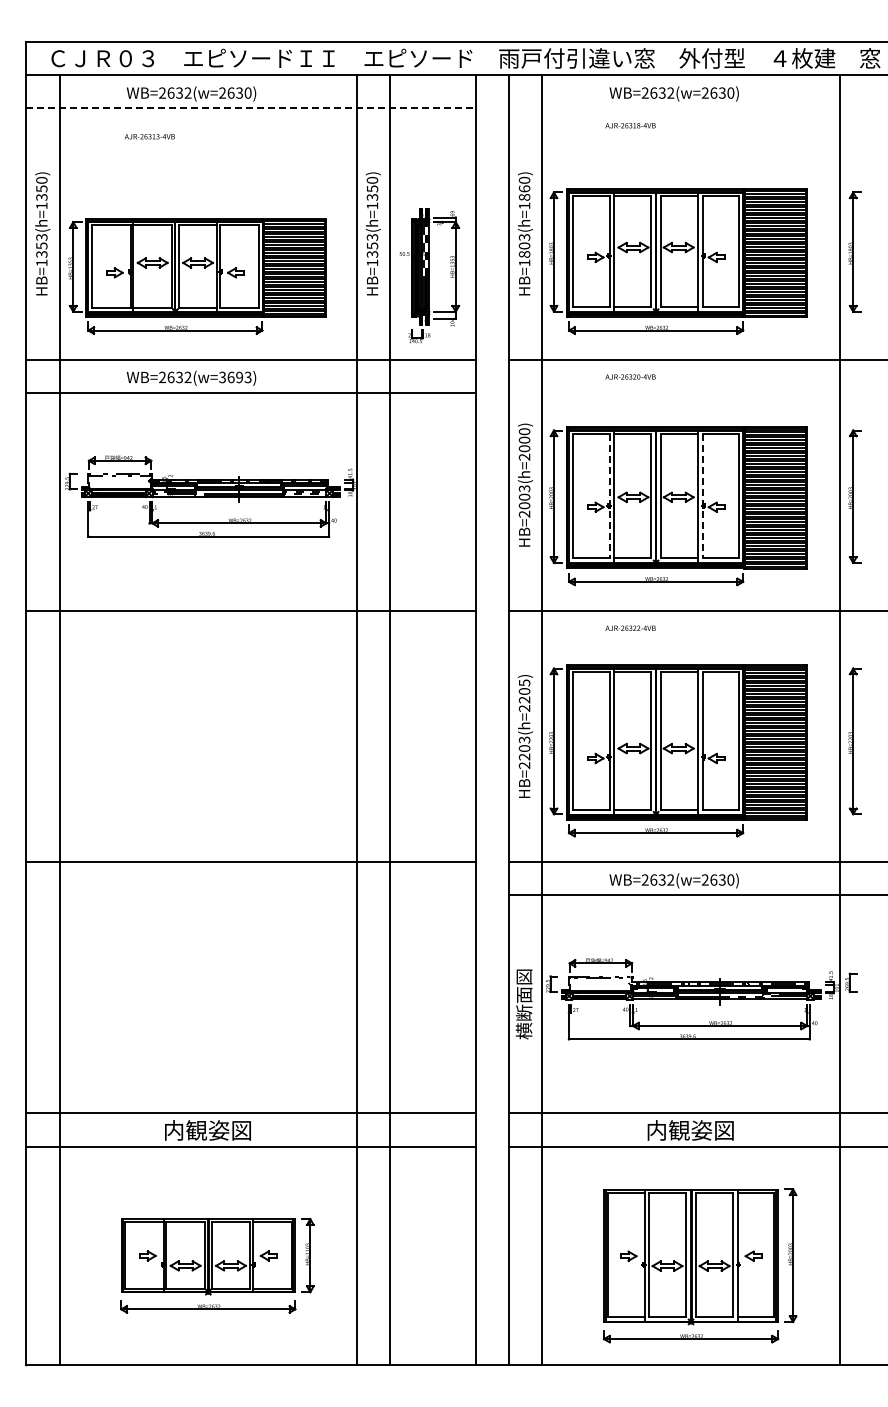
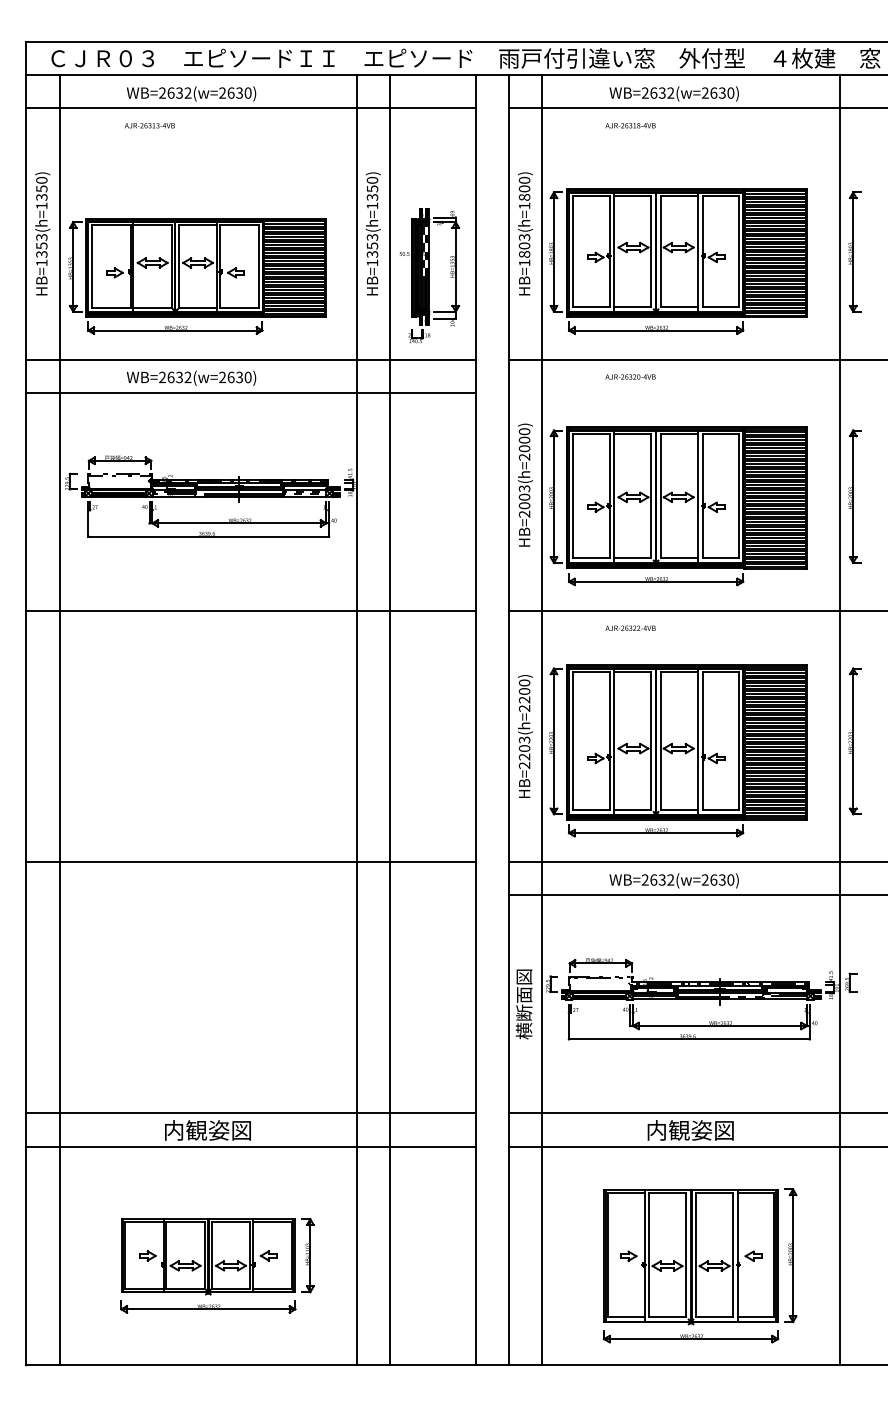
line at (251, 108): dashed -> solid
line at (696, 108): none -> present
text at (149, 136) position: (149, 136) -> (149, 125)
text at (524, 188): HB=1803(h=1860) -> HB=1803(h=1800)
text at (235, 377): WB=2632(w=3693) -> WB=2632(w=2630)
line at (609, 496): dashed -> solid
line at (702, 496): dashed -> solid
text at (524, 682): HB=2203(h=2205) -> HB=2203(h=2200)
